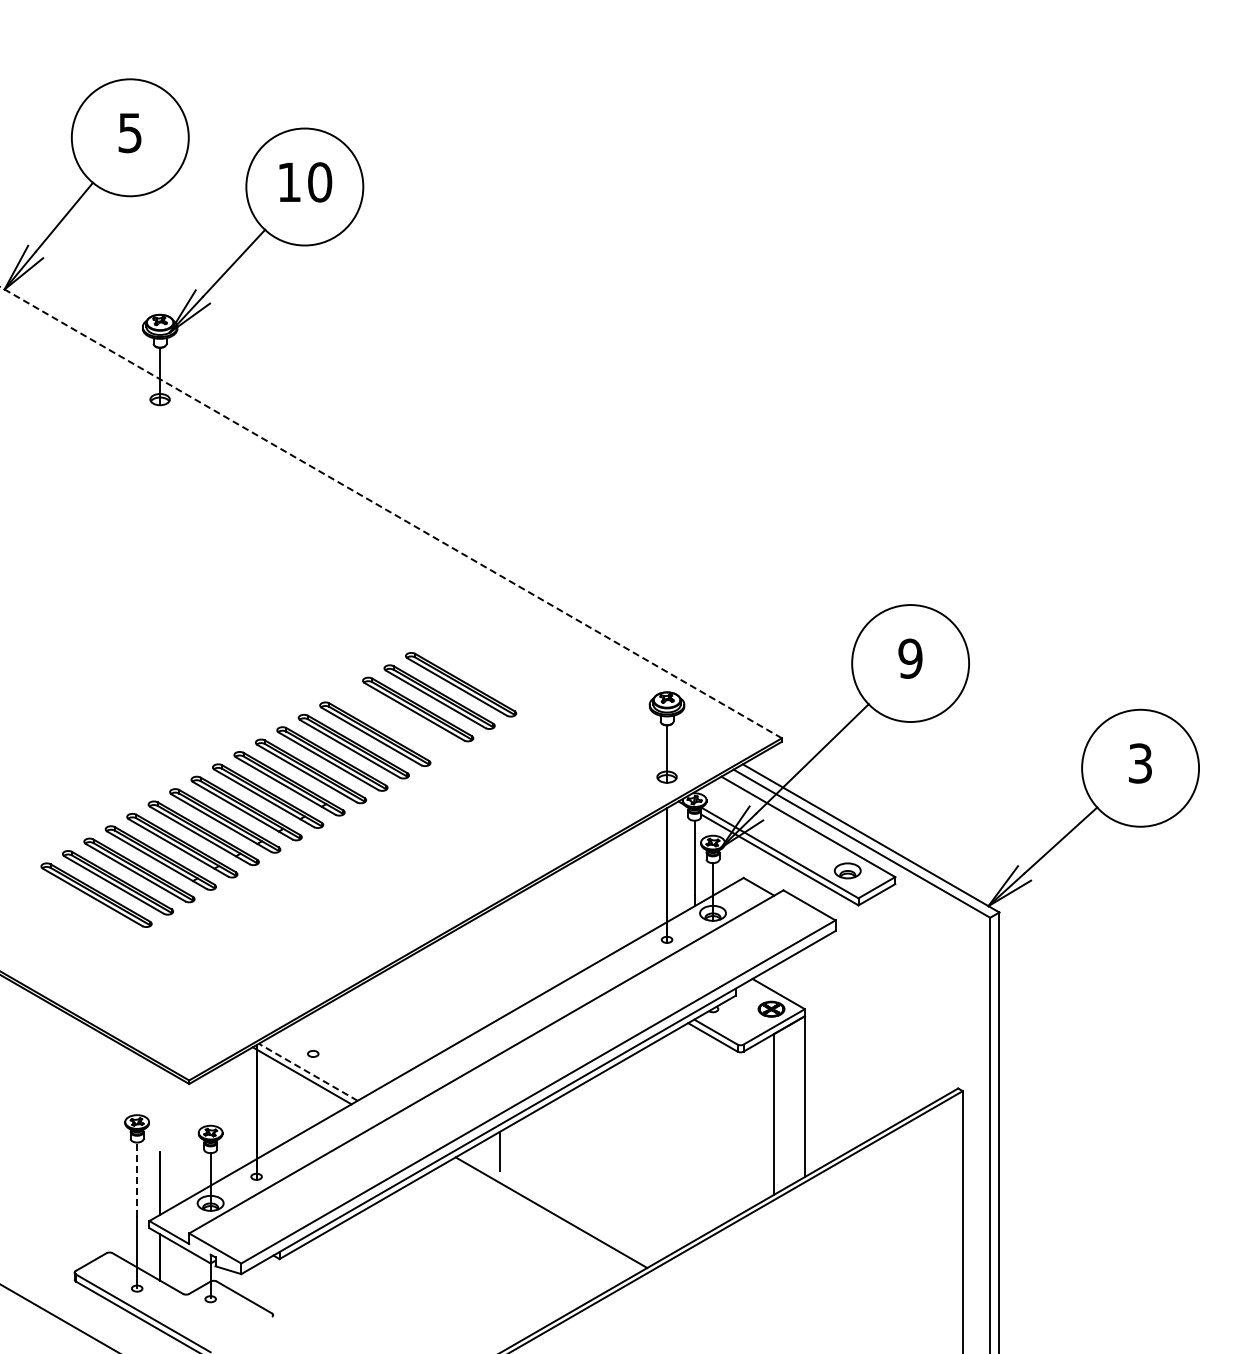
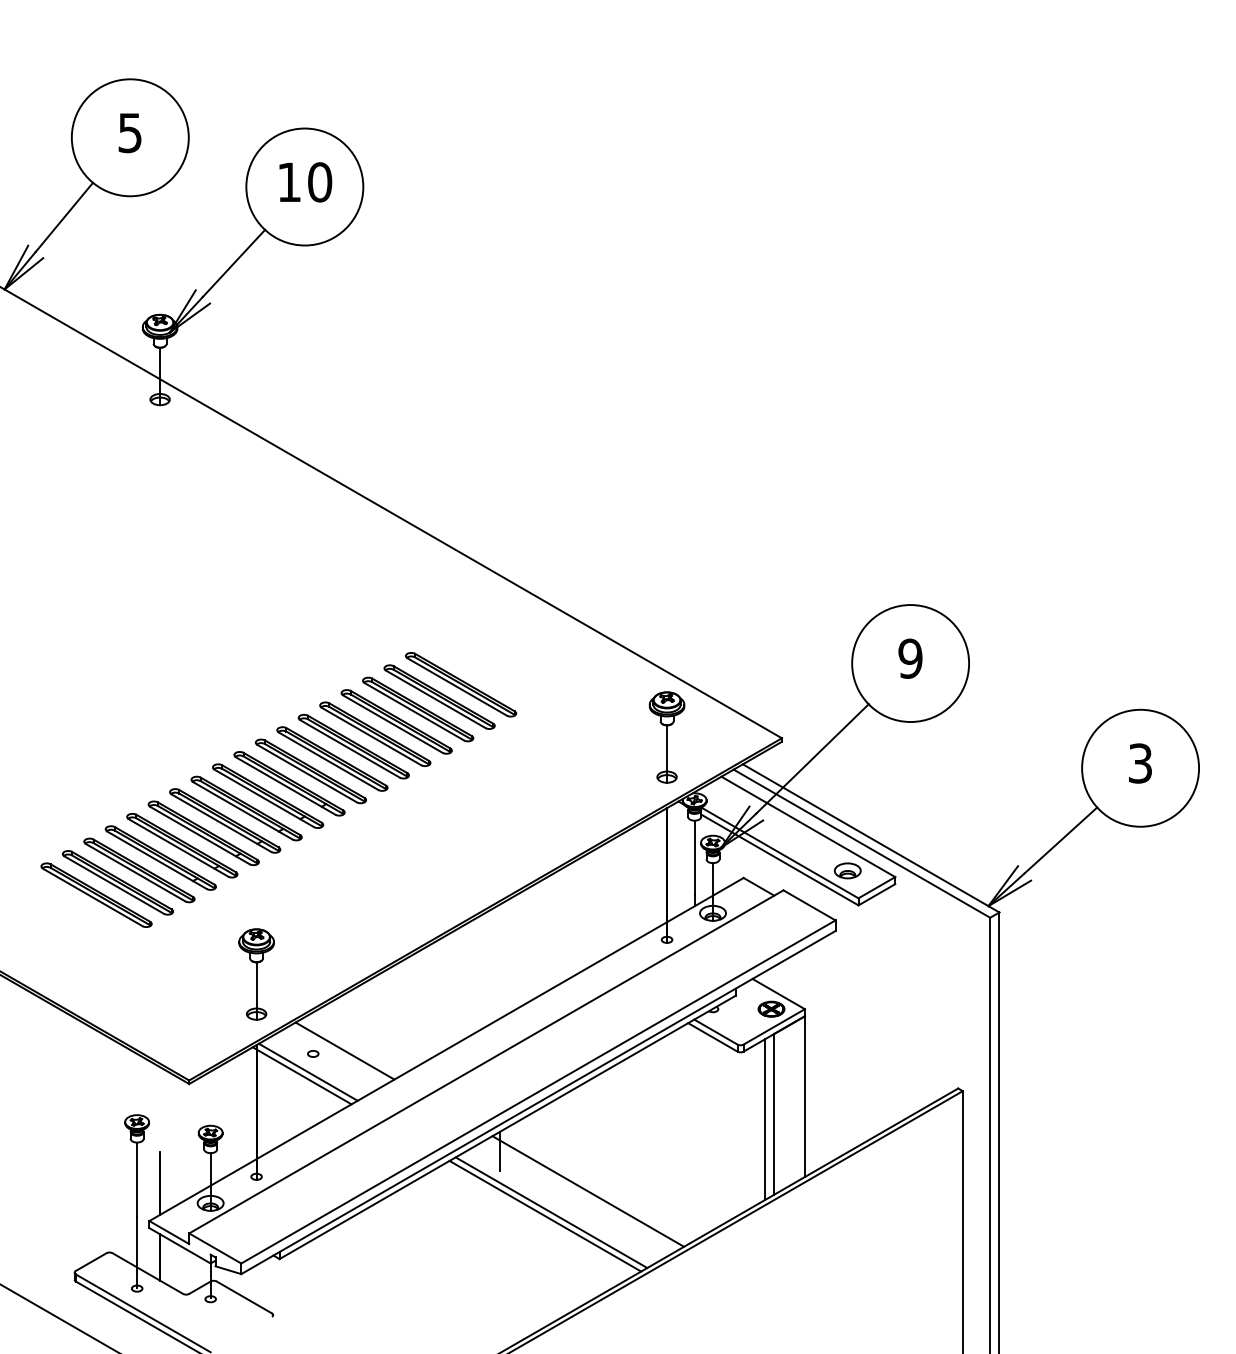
line at (390, 512): dashed -> solid
part at (396, 721): none -> present
part at (256, 974): none -> present
line at (344, 1050): none -> present
line at (307, 1072): dashed -> solid
line at (765, 1119): none -> present
line at (137, 1179): dashed -> solid
line at (588, 1191): none -> present
line at (545, 1215): none -> present
